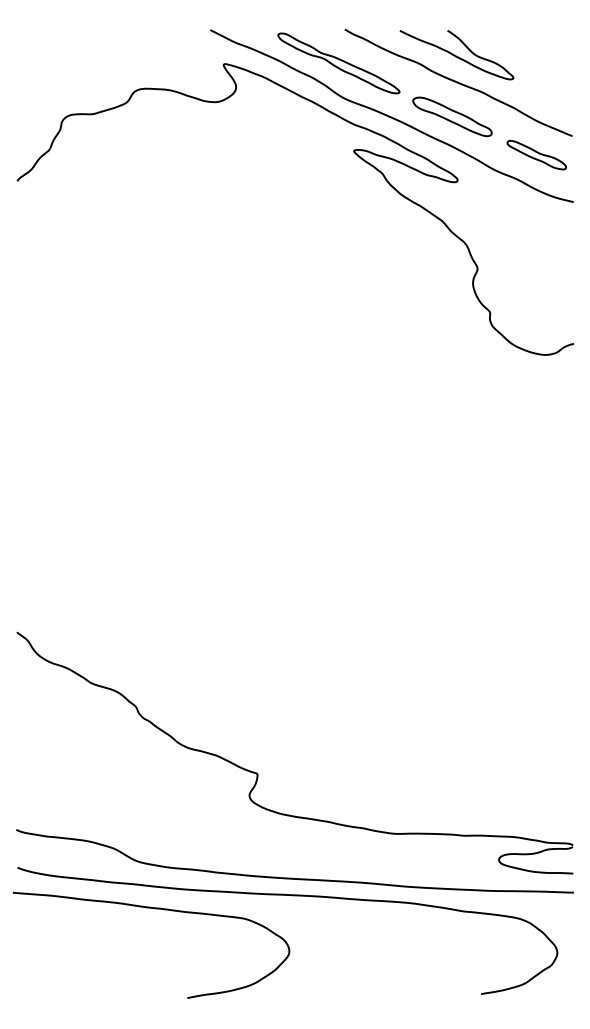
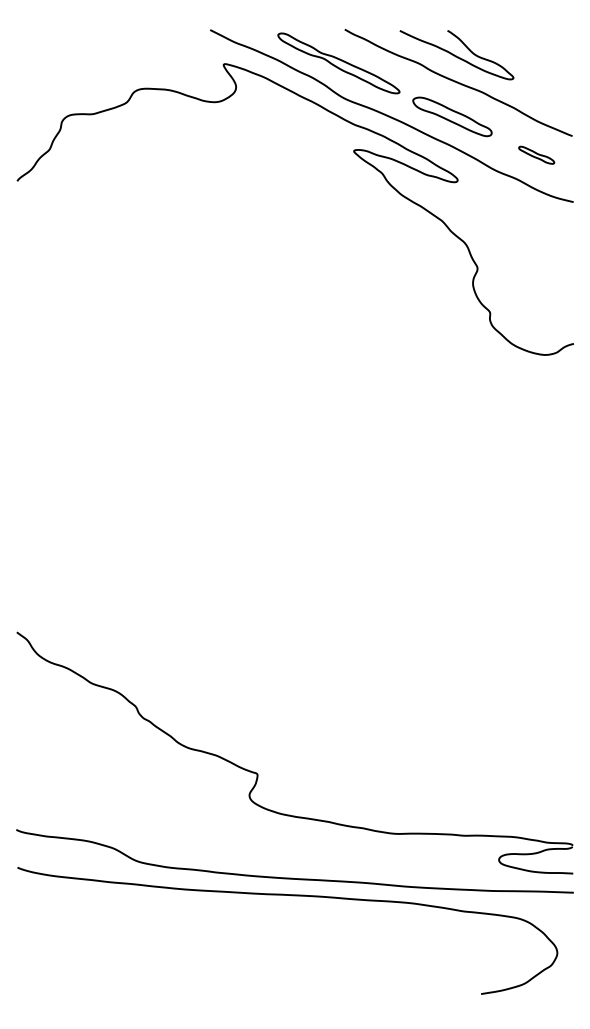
part at (536, 155) size: 61x31 px -> 38x20 px
part at (155, 909): present -> none
